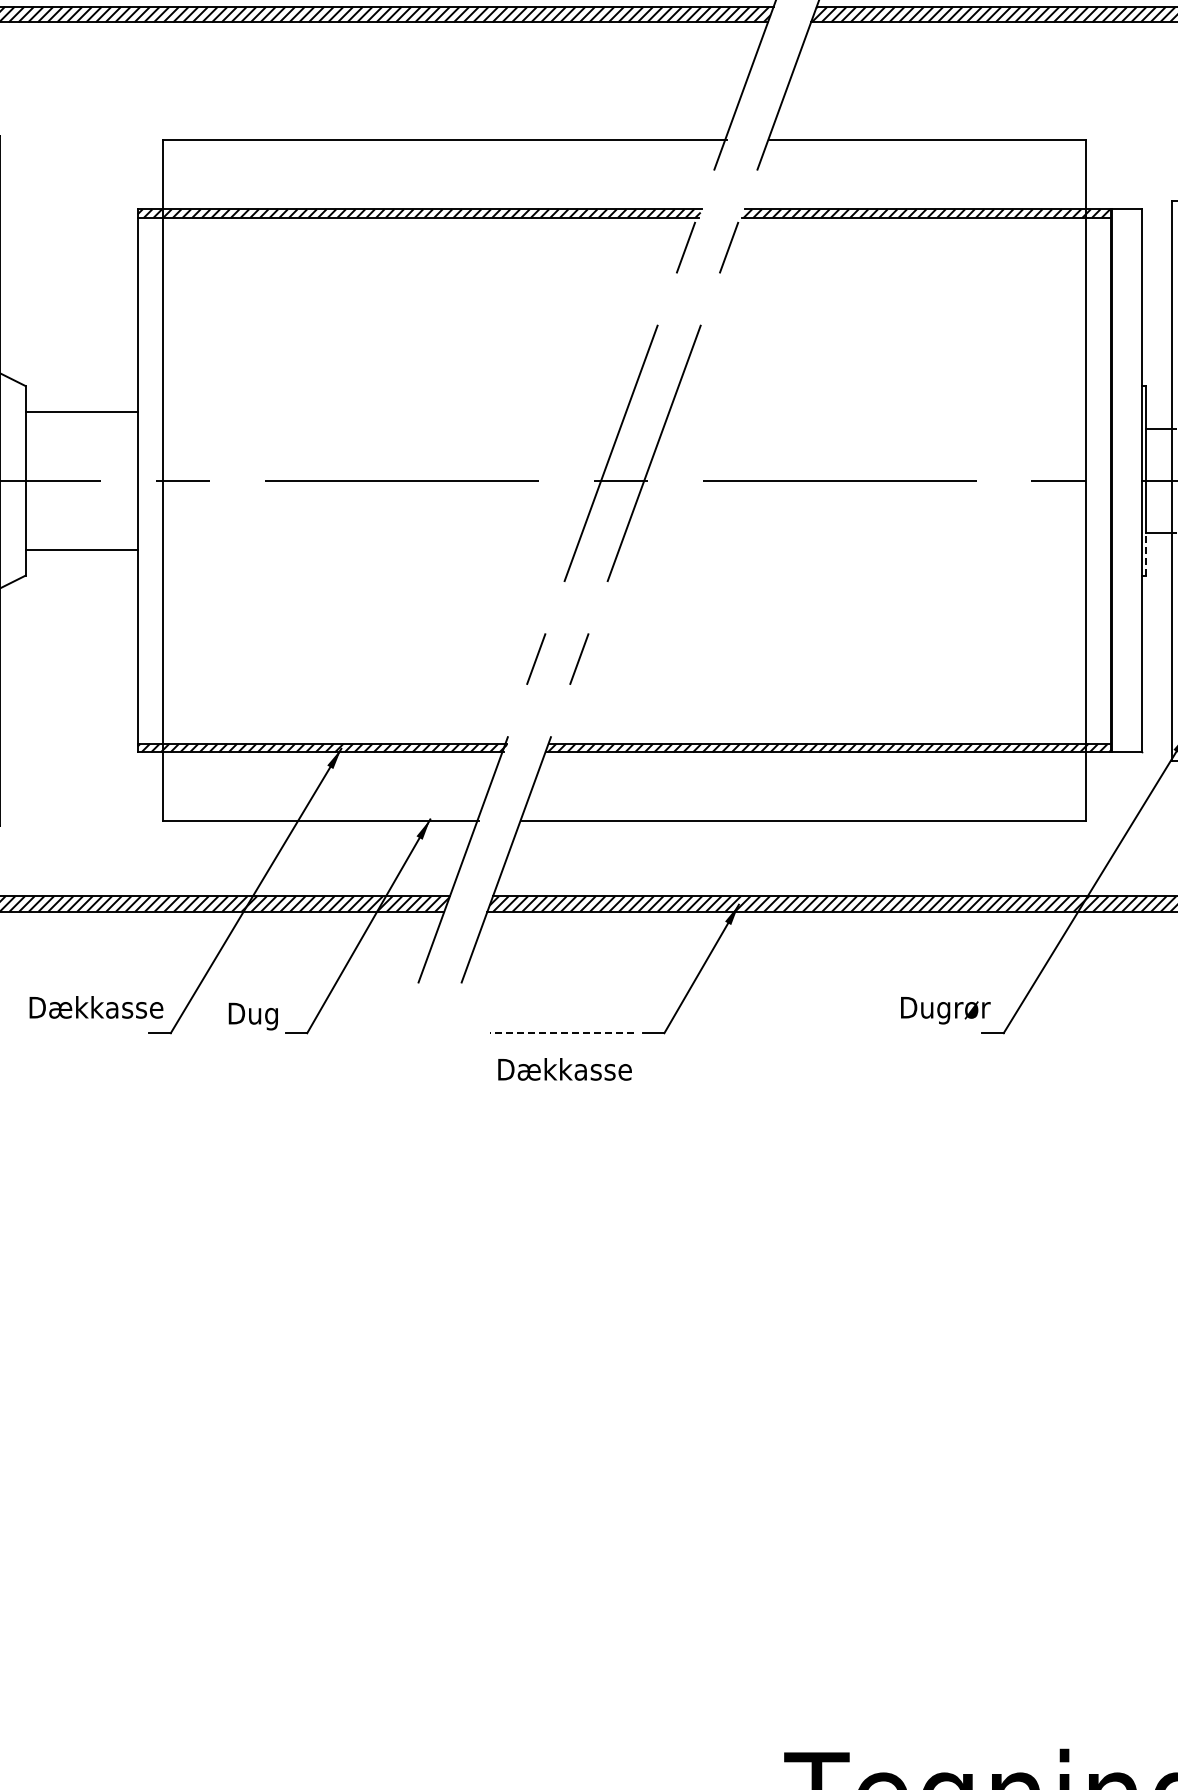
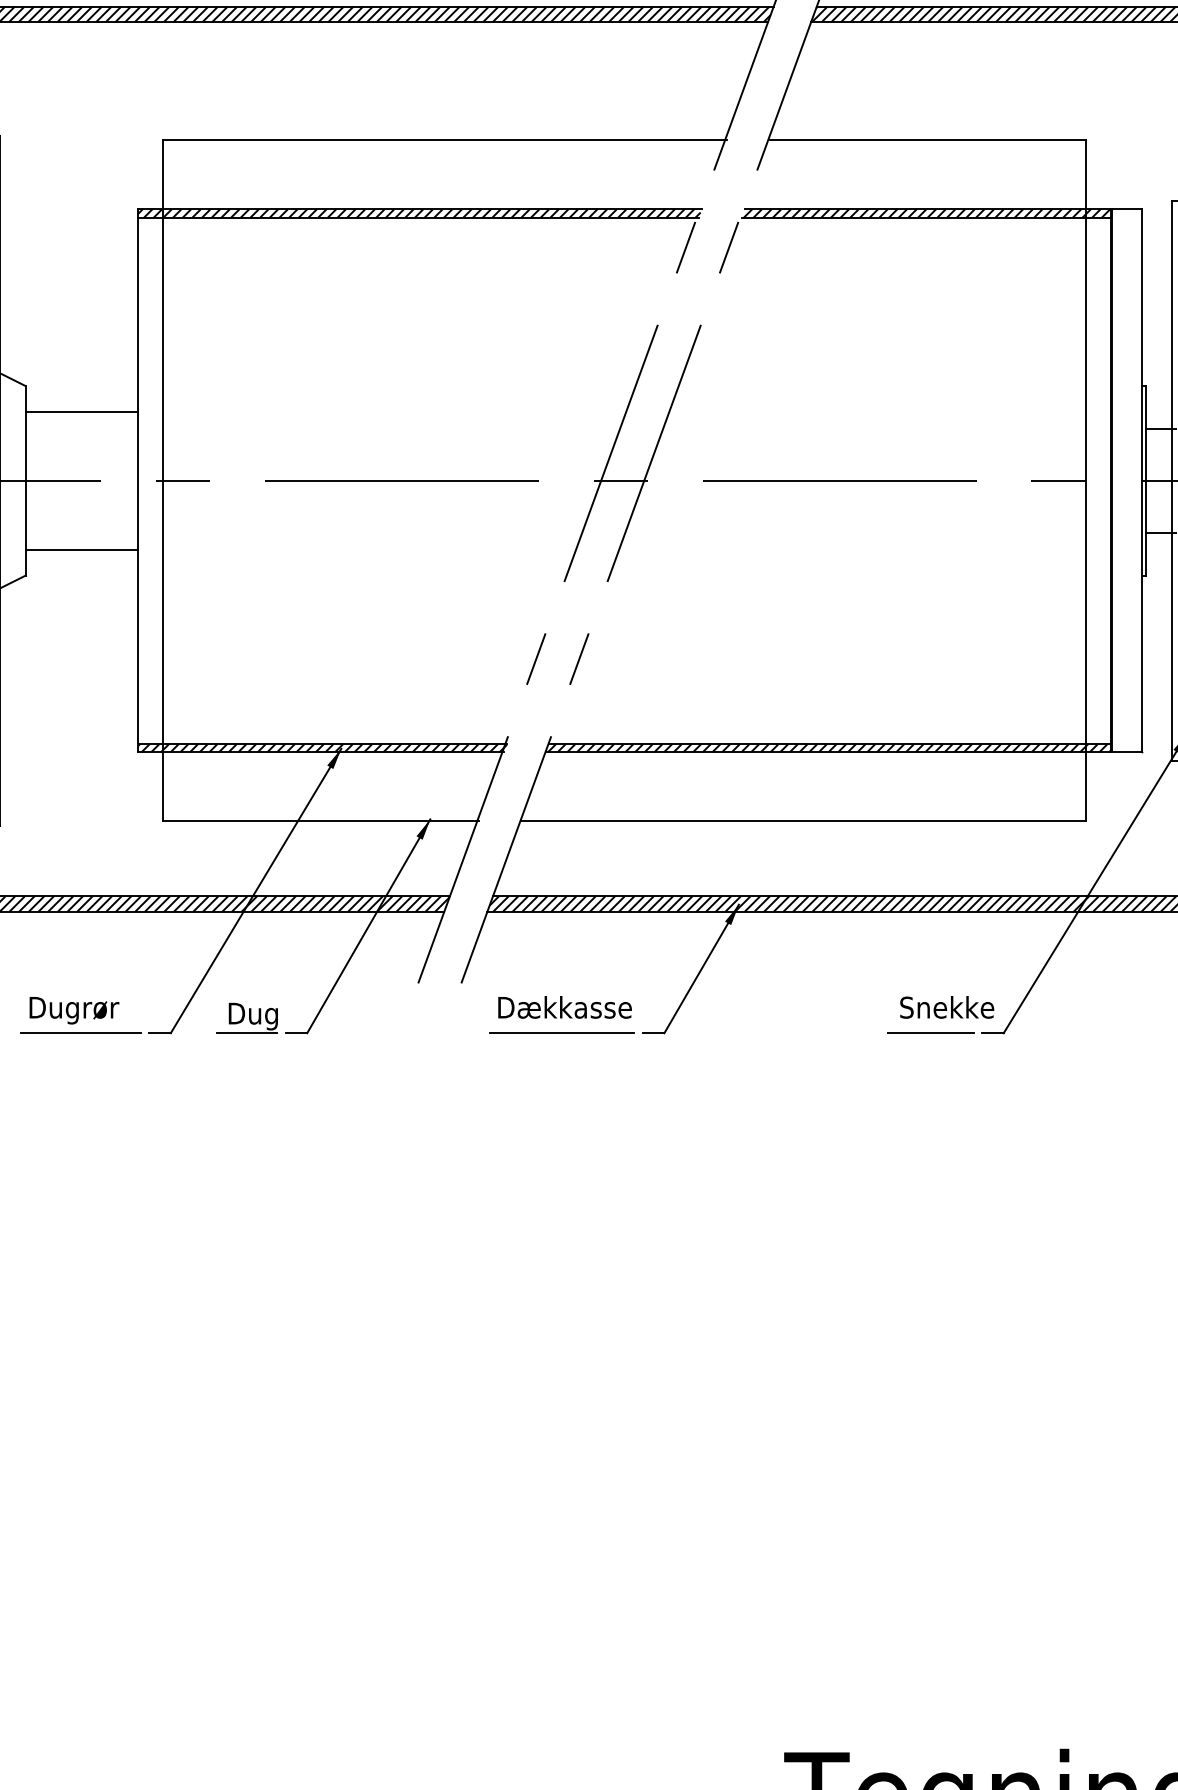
line at (1146, 554): dashed -> solid
text at (106, 1010): Dækkasse -> Dugrør
text at (947, 1010): Dugrør -> Snekke
line at (80, 1033): none -> present
line at (247, 1033): none -> present
line at (562, 1033): dashed -> solid
line at (930, 1033): none -> present
text at (564, 1069) position: (564, 1069) -> (564, 1007)
